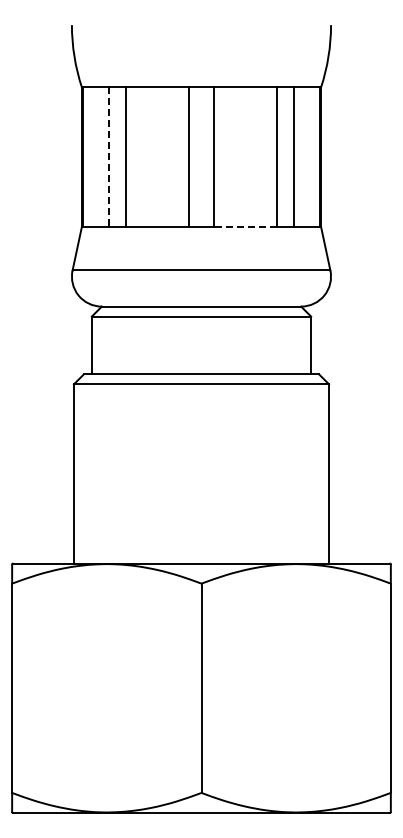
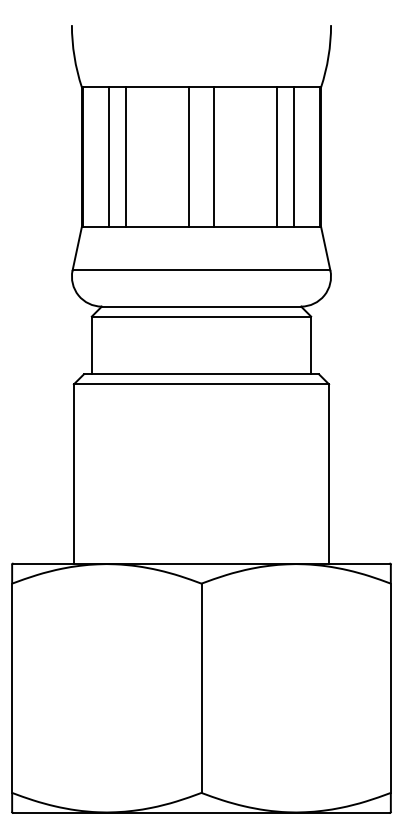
line at (108, 157): dashed -> solid
line at (245, 226): dashed -> solid
